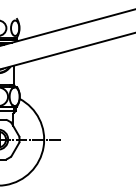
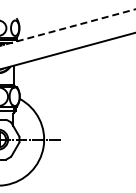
line at (67, 27): solid -> dashed
